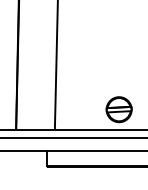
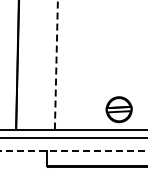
line at (56, 63): solid -> dashed
line at (74, 151): solid -> dashed
